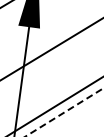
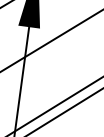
line at (51, 49) position: (51, 49) -> (51, 40)
line at (64, 112): dashed -> solid
